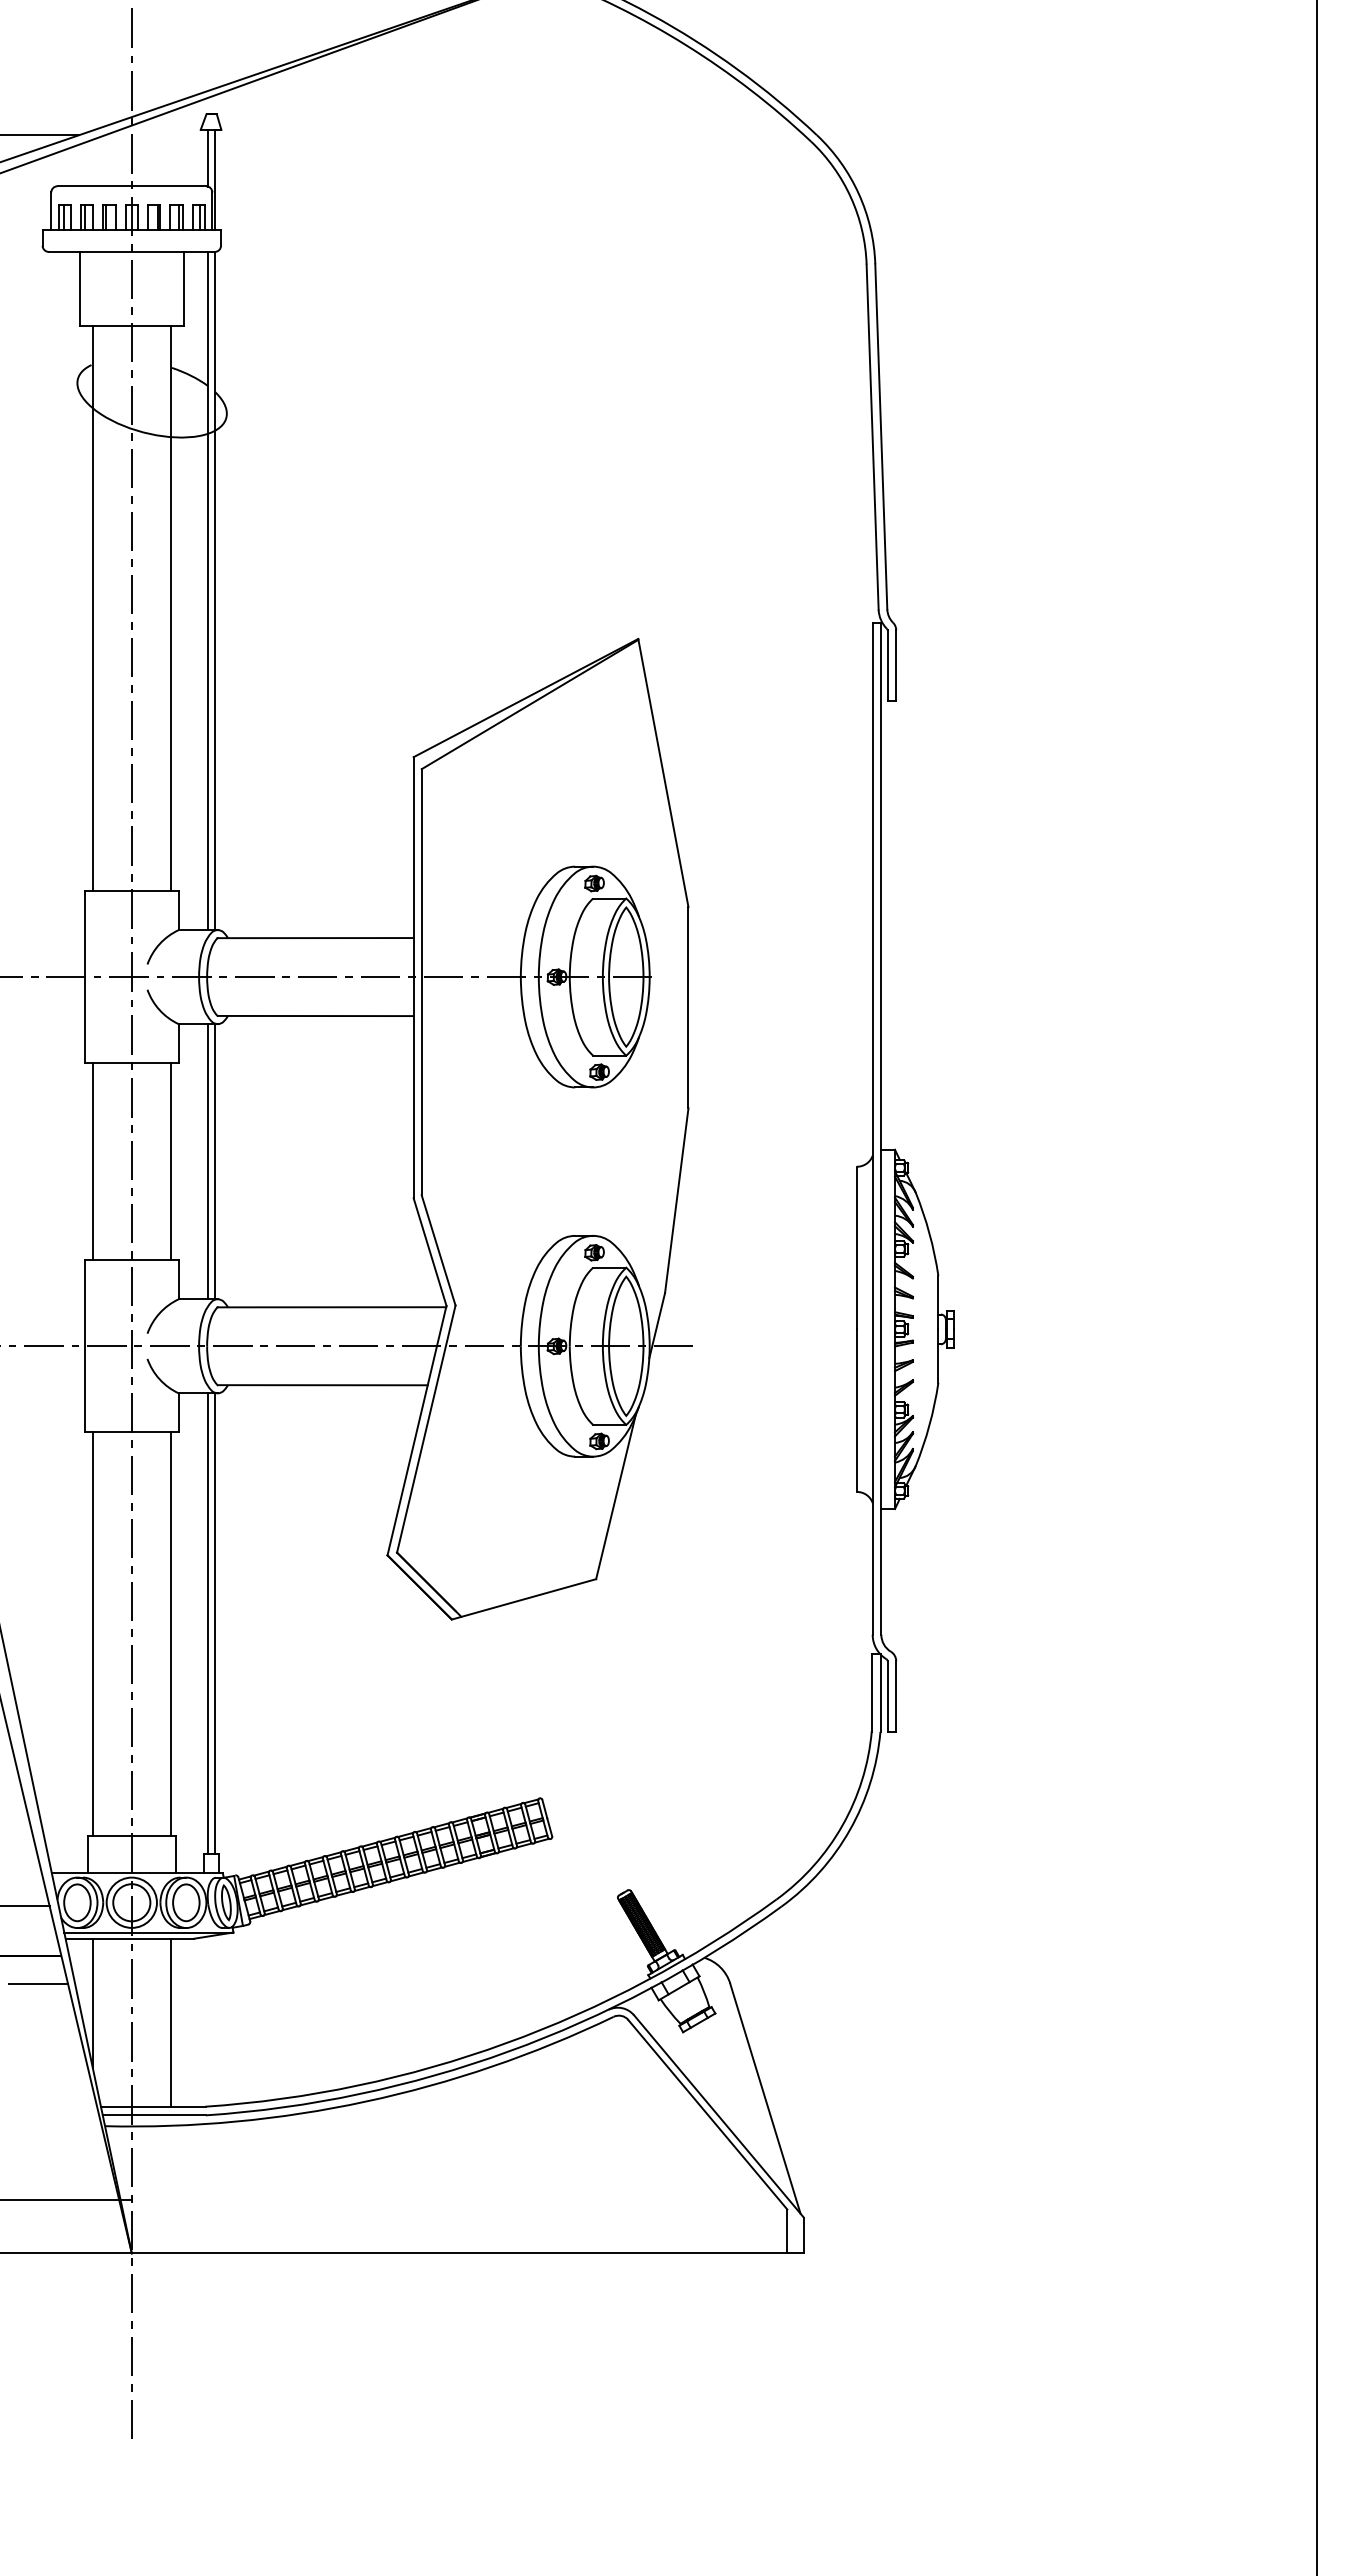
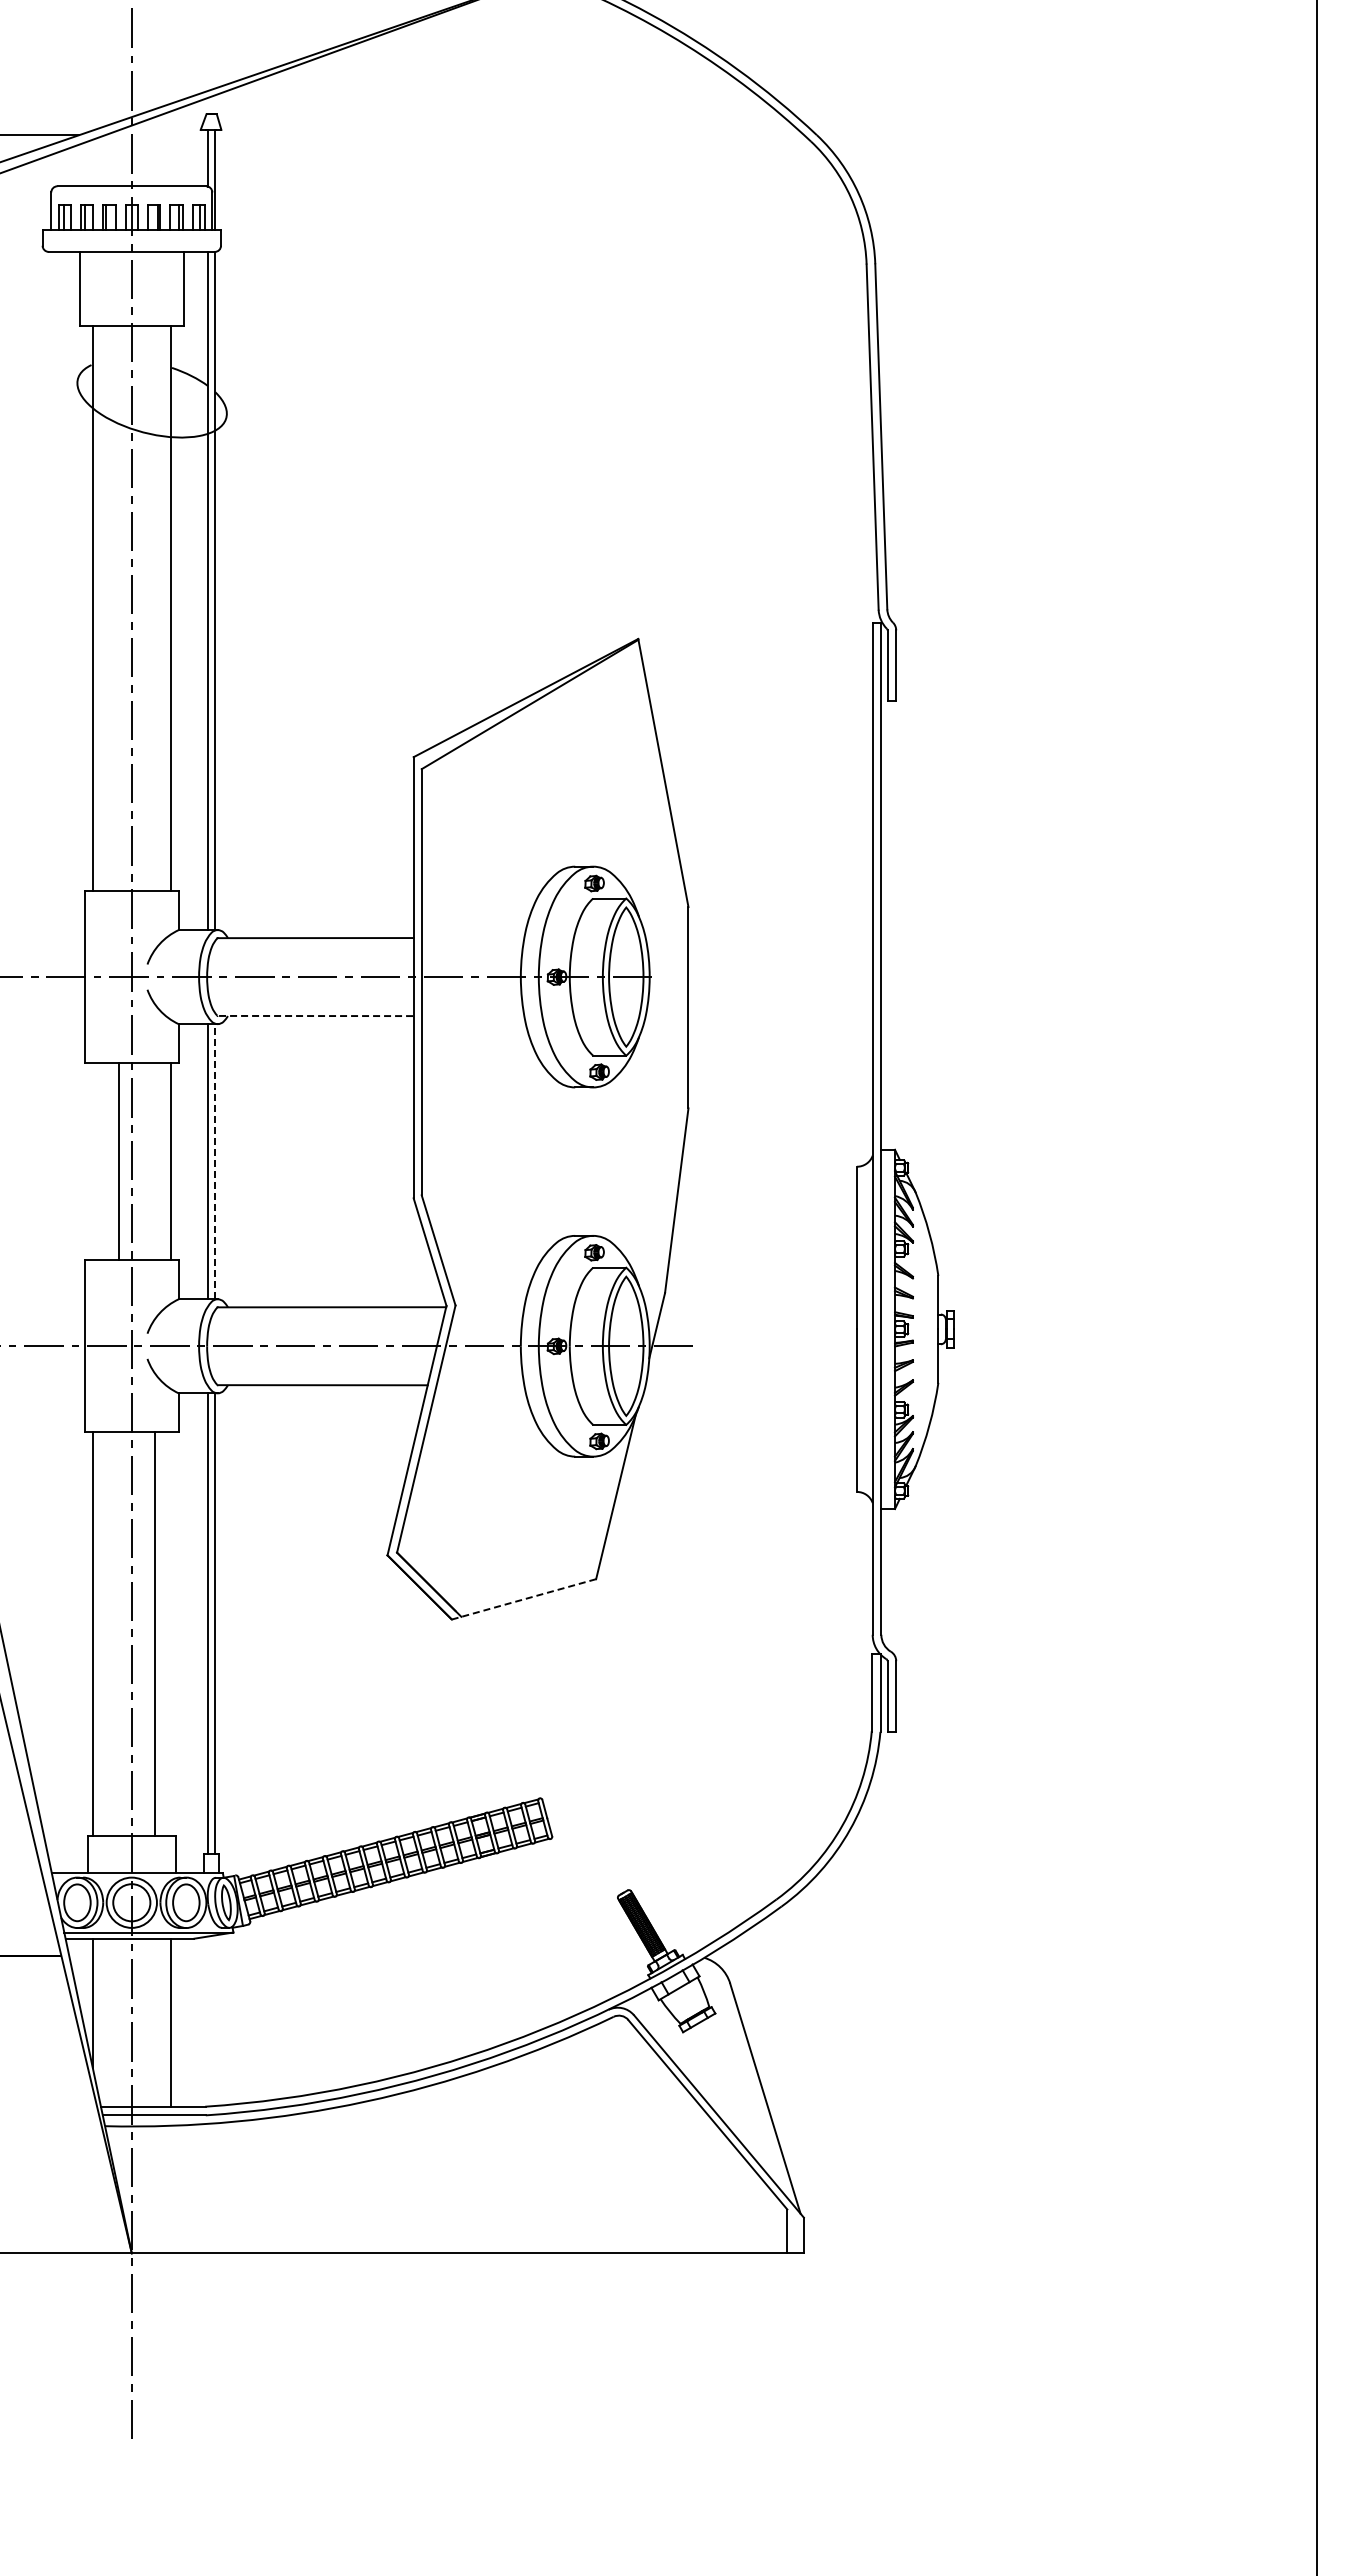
line at (315, 1016): solid -> dashed
line at (92, 1161) position: (92, 1161) -> (118, 1161)
line at (215, 1161): solid -> dashed
line at (524, 1599): solid -> dashed
line at (170, 1633) position: (170, 1633) -> (154, 1633)
line at (25, 1906): present -> none
line at (38, 1983): present -> none
line at (66, 2199): present -> none
